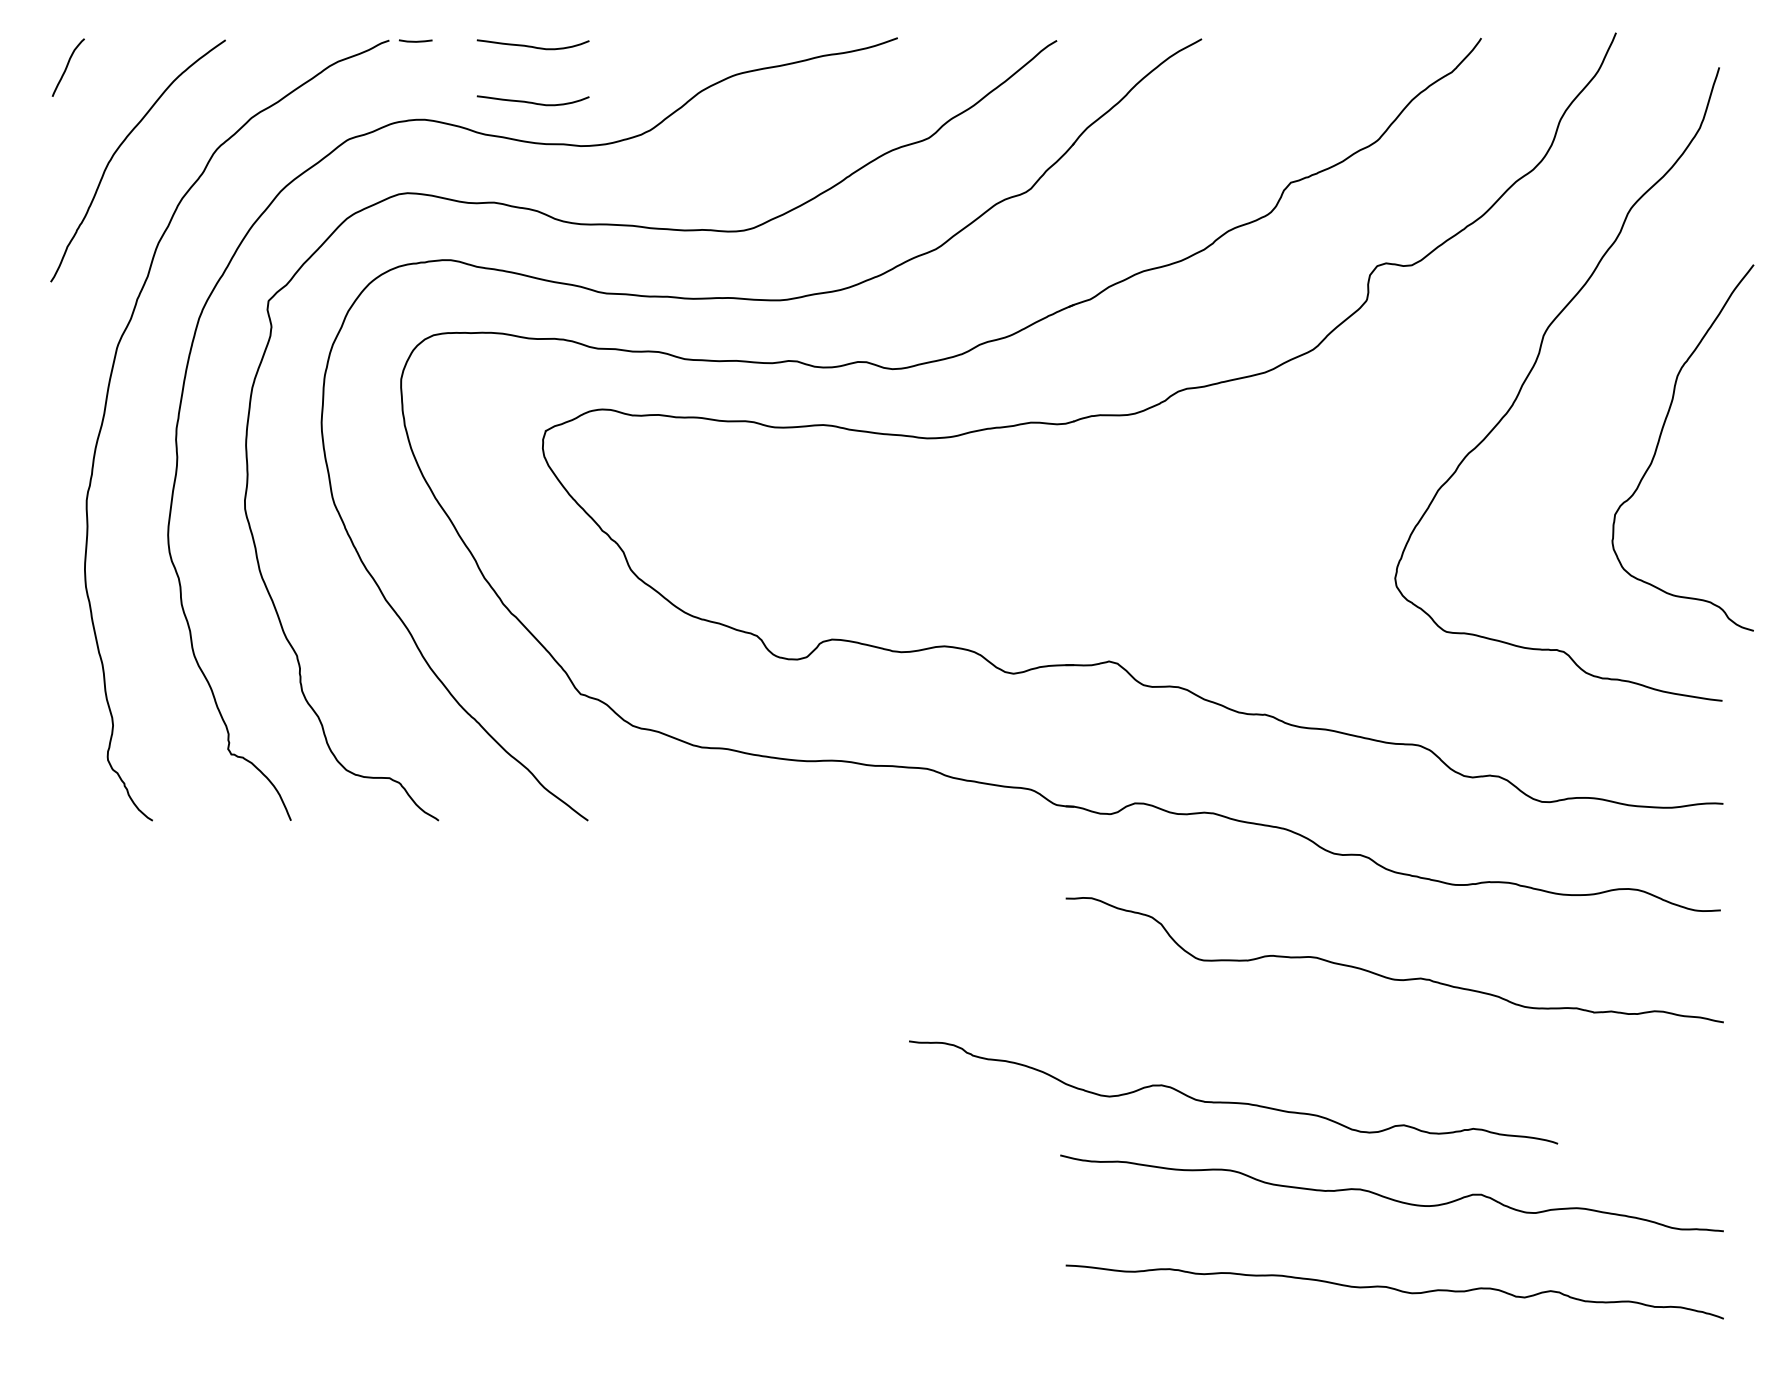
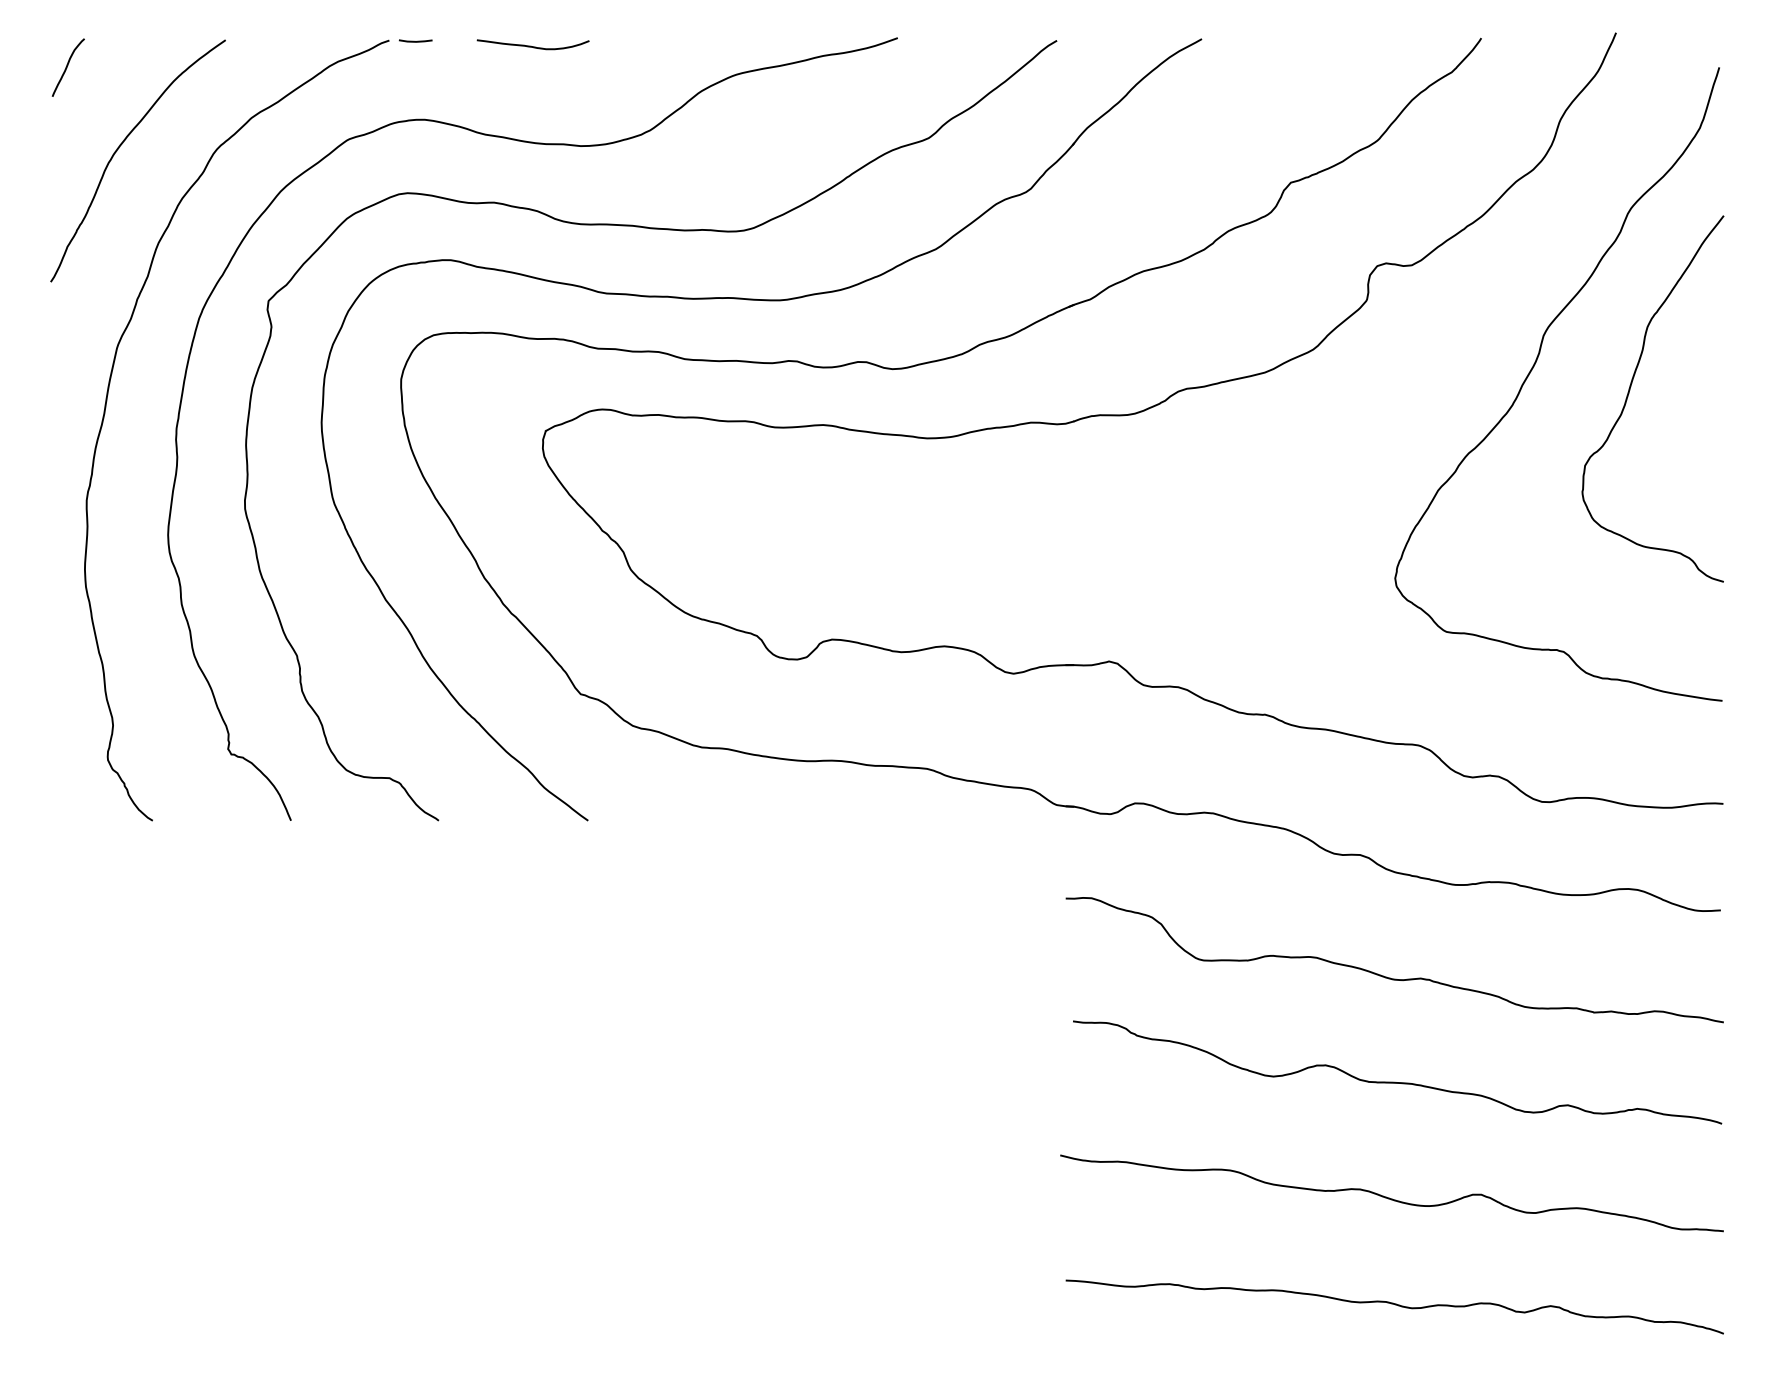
curve at (531, 101): present -> none
curve at (1660, 439) position: (1660, 439) -> (1630, 390)
curve at (1231, 1101) position: (1231, 1101) -> (1395, 1081)
curve at (1395, 1290) position: (1395, 1290) -> (1395, 1305)
